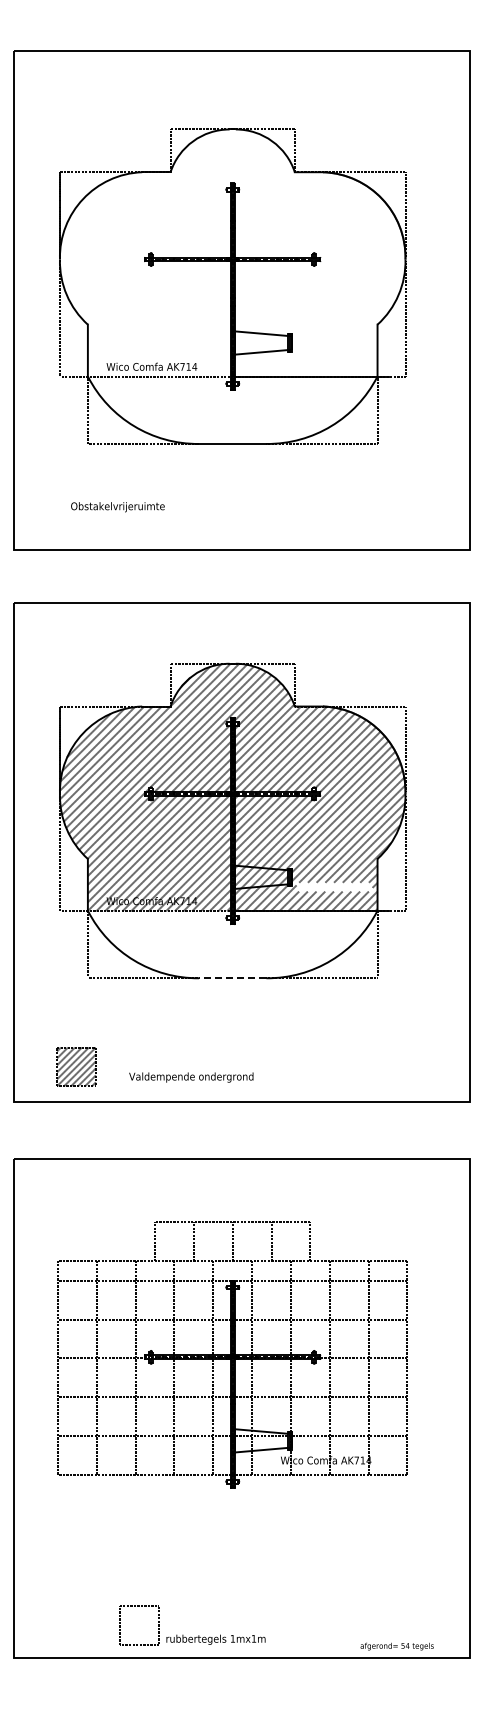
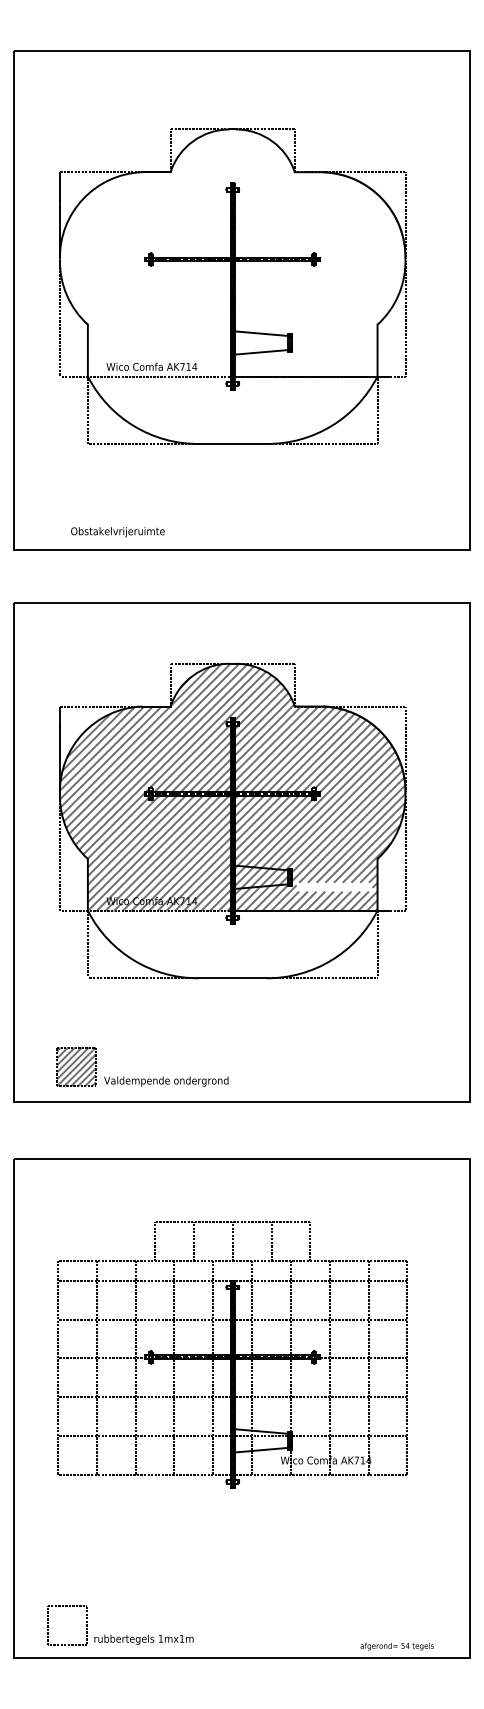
text at (117, 507) position: (117, 507) -> (117, 532)
line at (232, 978): dashed -> solid
text at (191, 1077) position: (191, 1077) -> (166, 1081)
part at (190, 1636) position: (190, 1636) -> (118, 1636)
